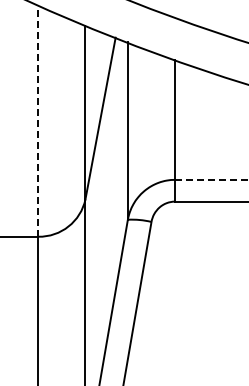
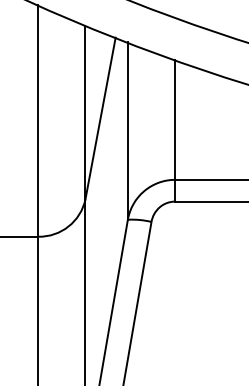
line at (38, 121): dashed -> solid
line at (212, 179): dashed -> solid
